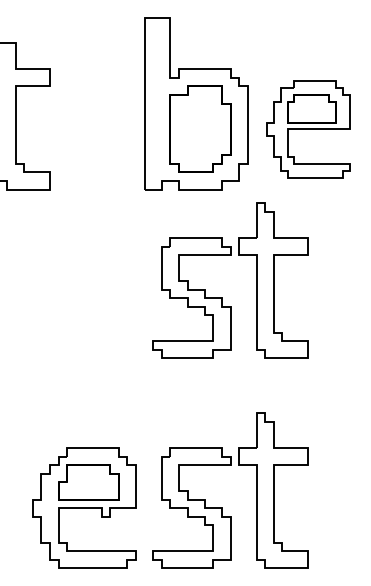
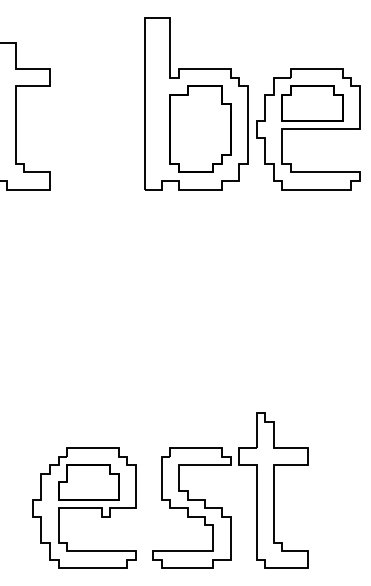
part at (308, 129) size: 85x99 px -> 105x123 px
part at (222, 297): present -> none
